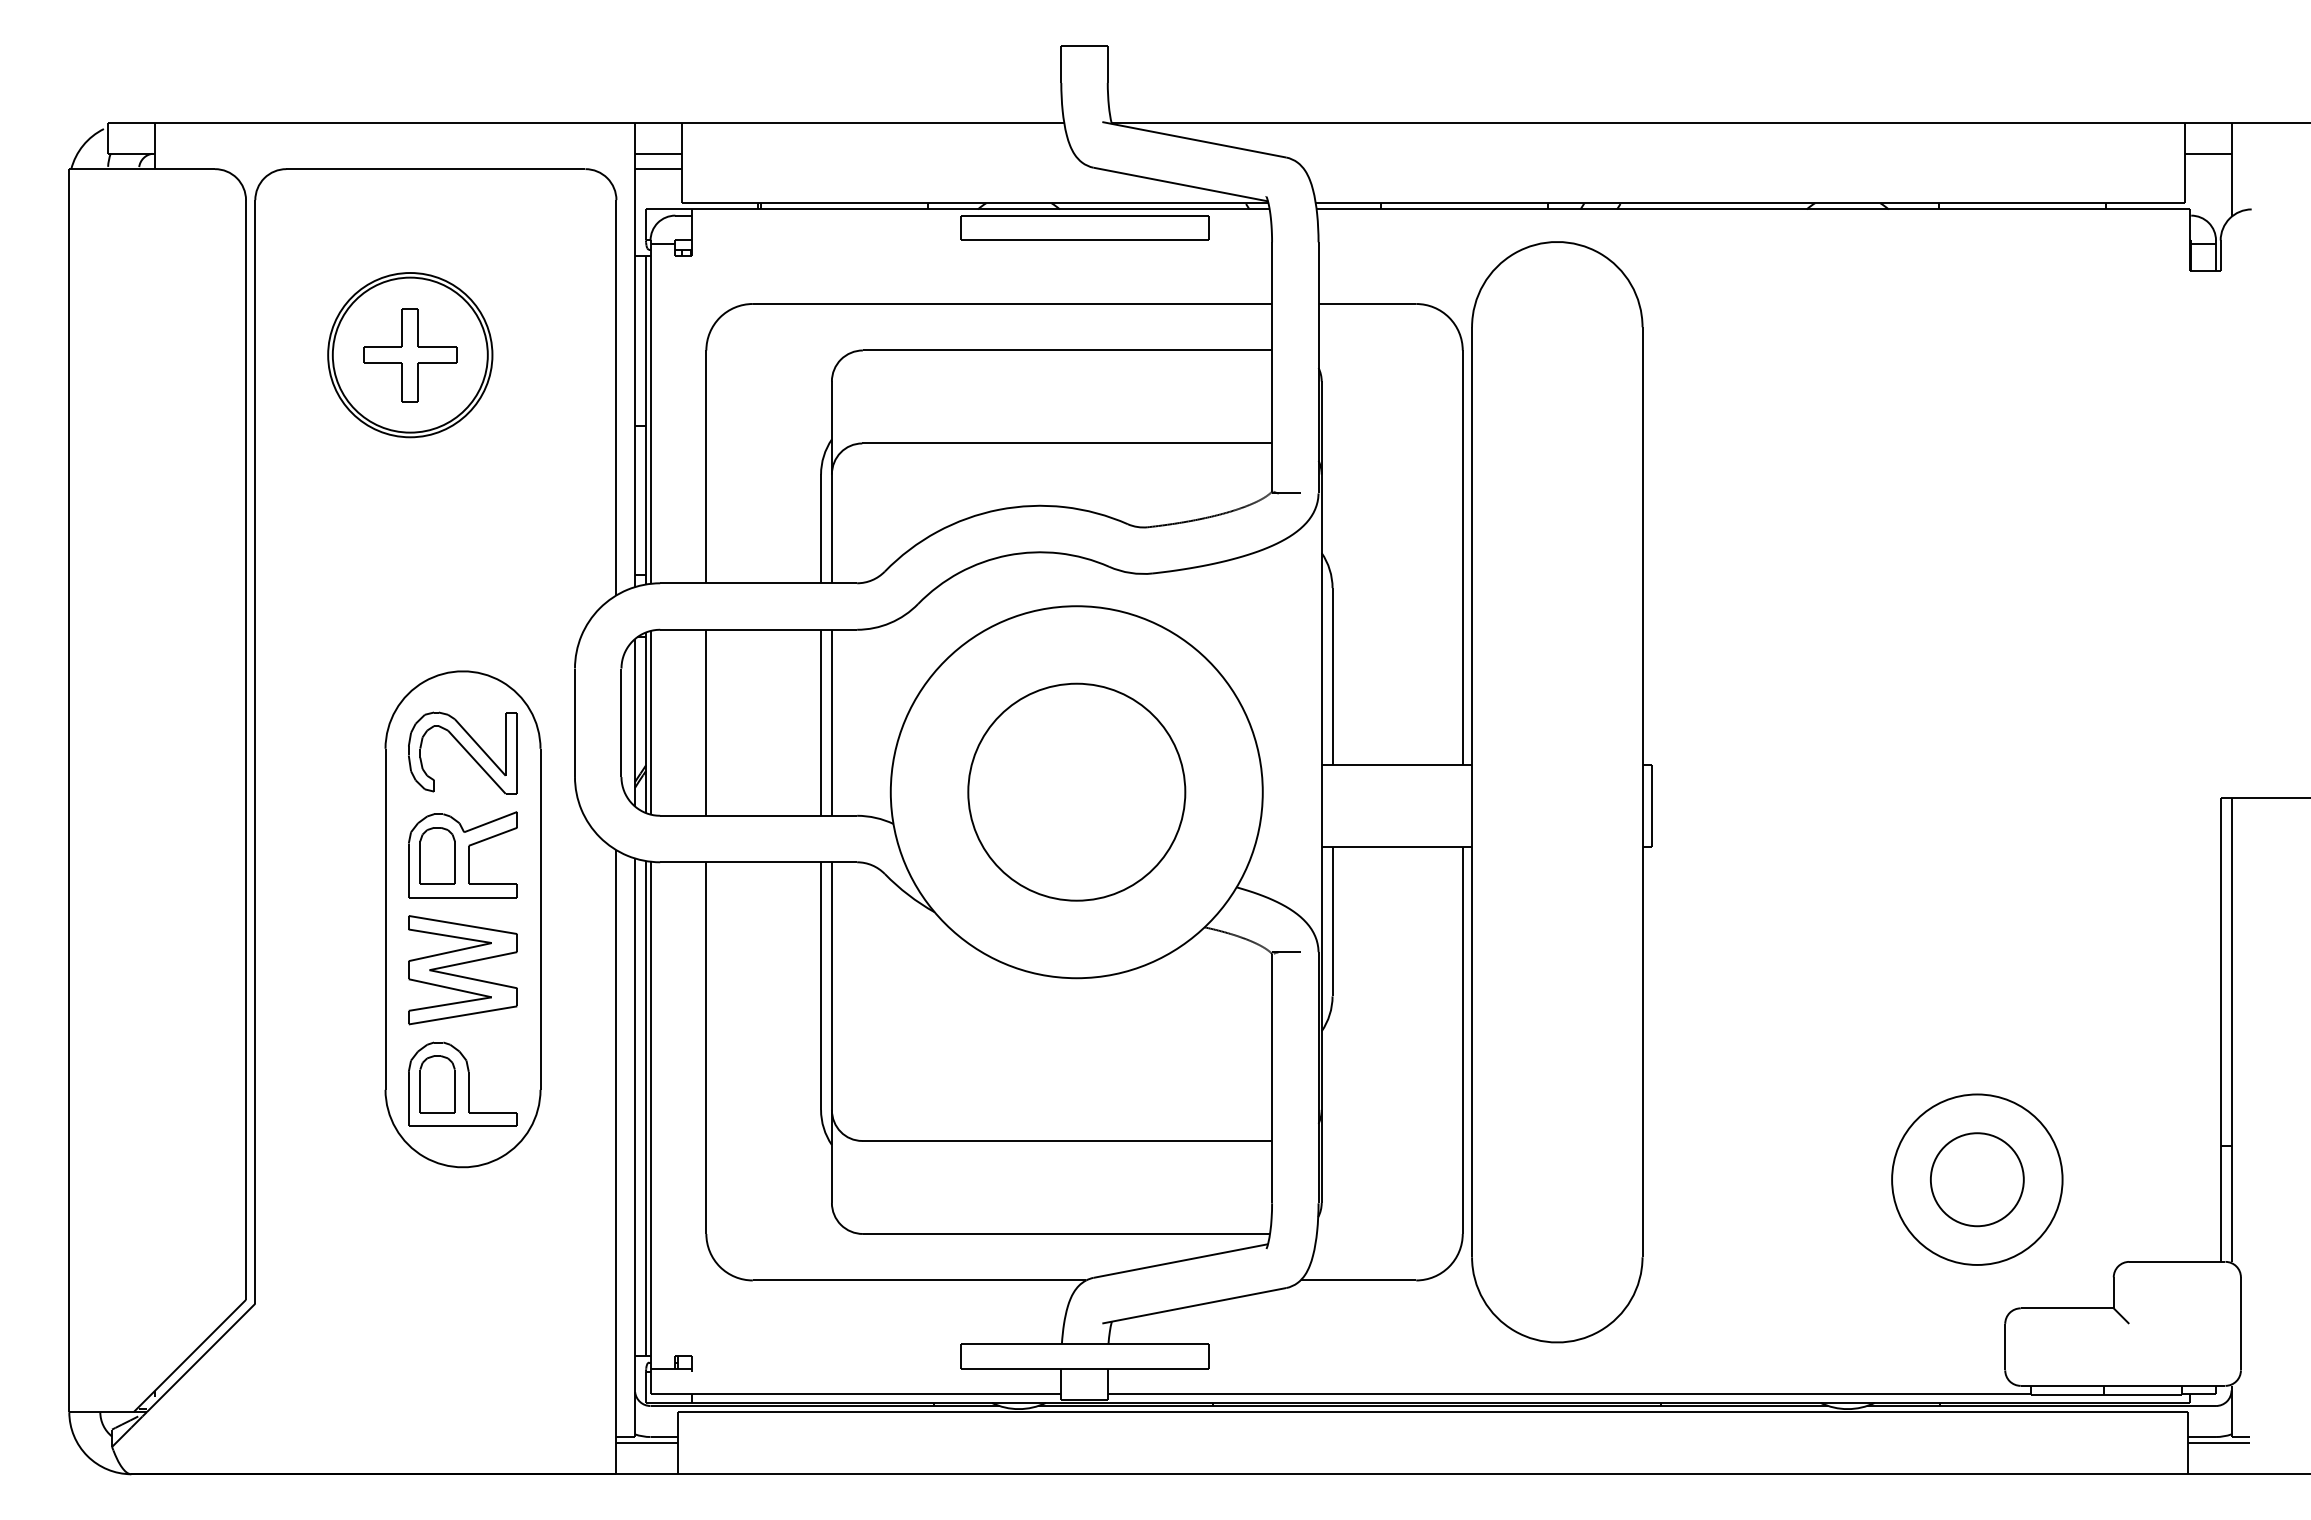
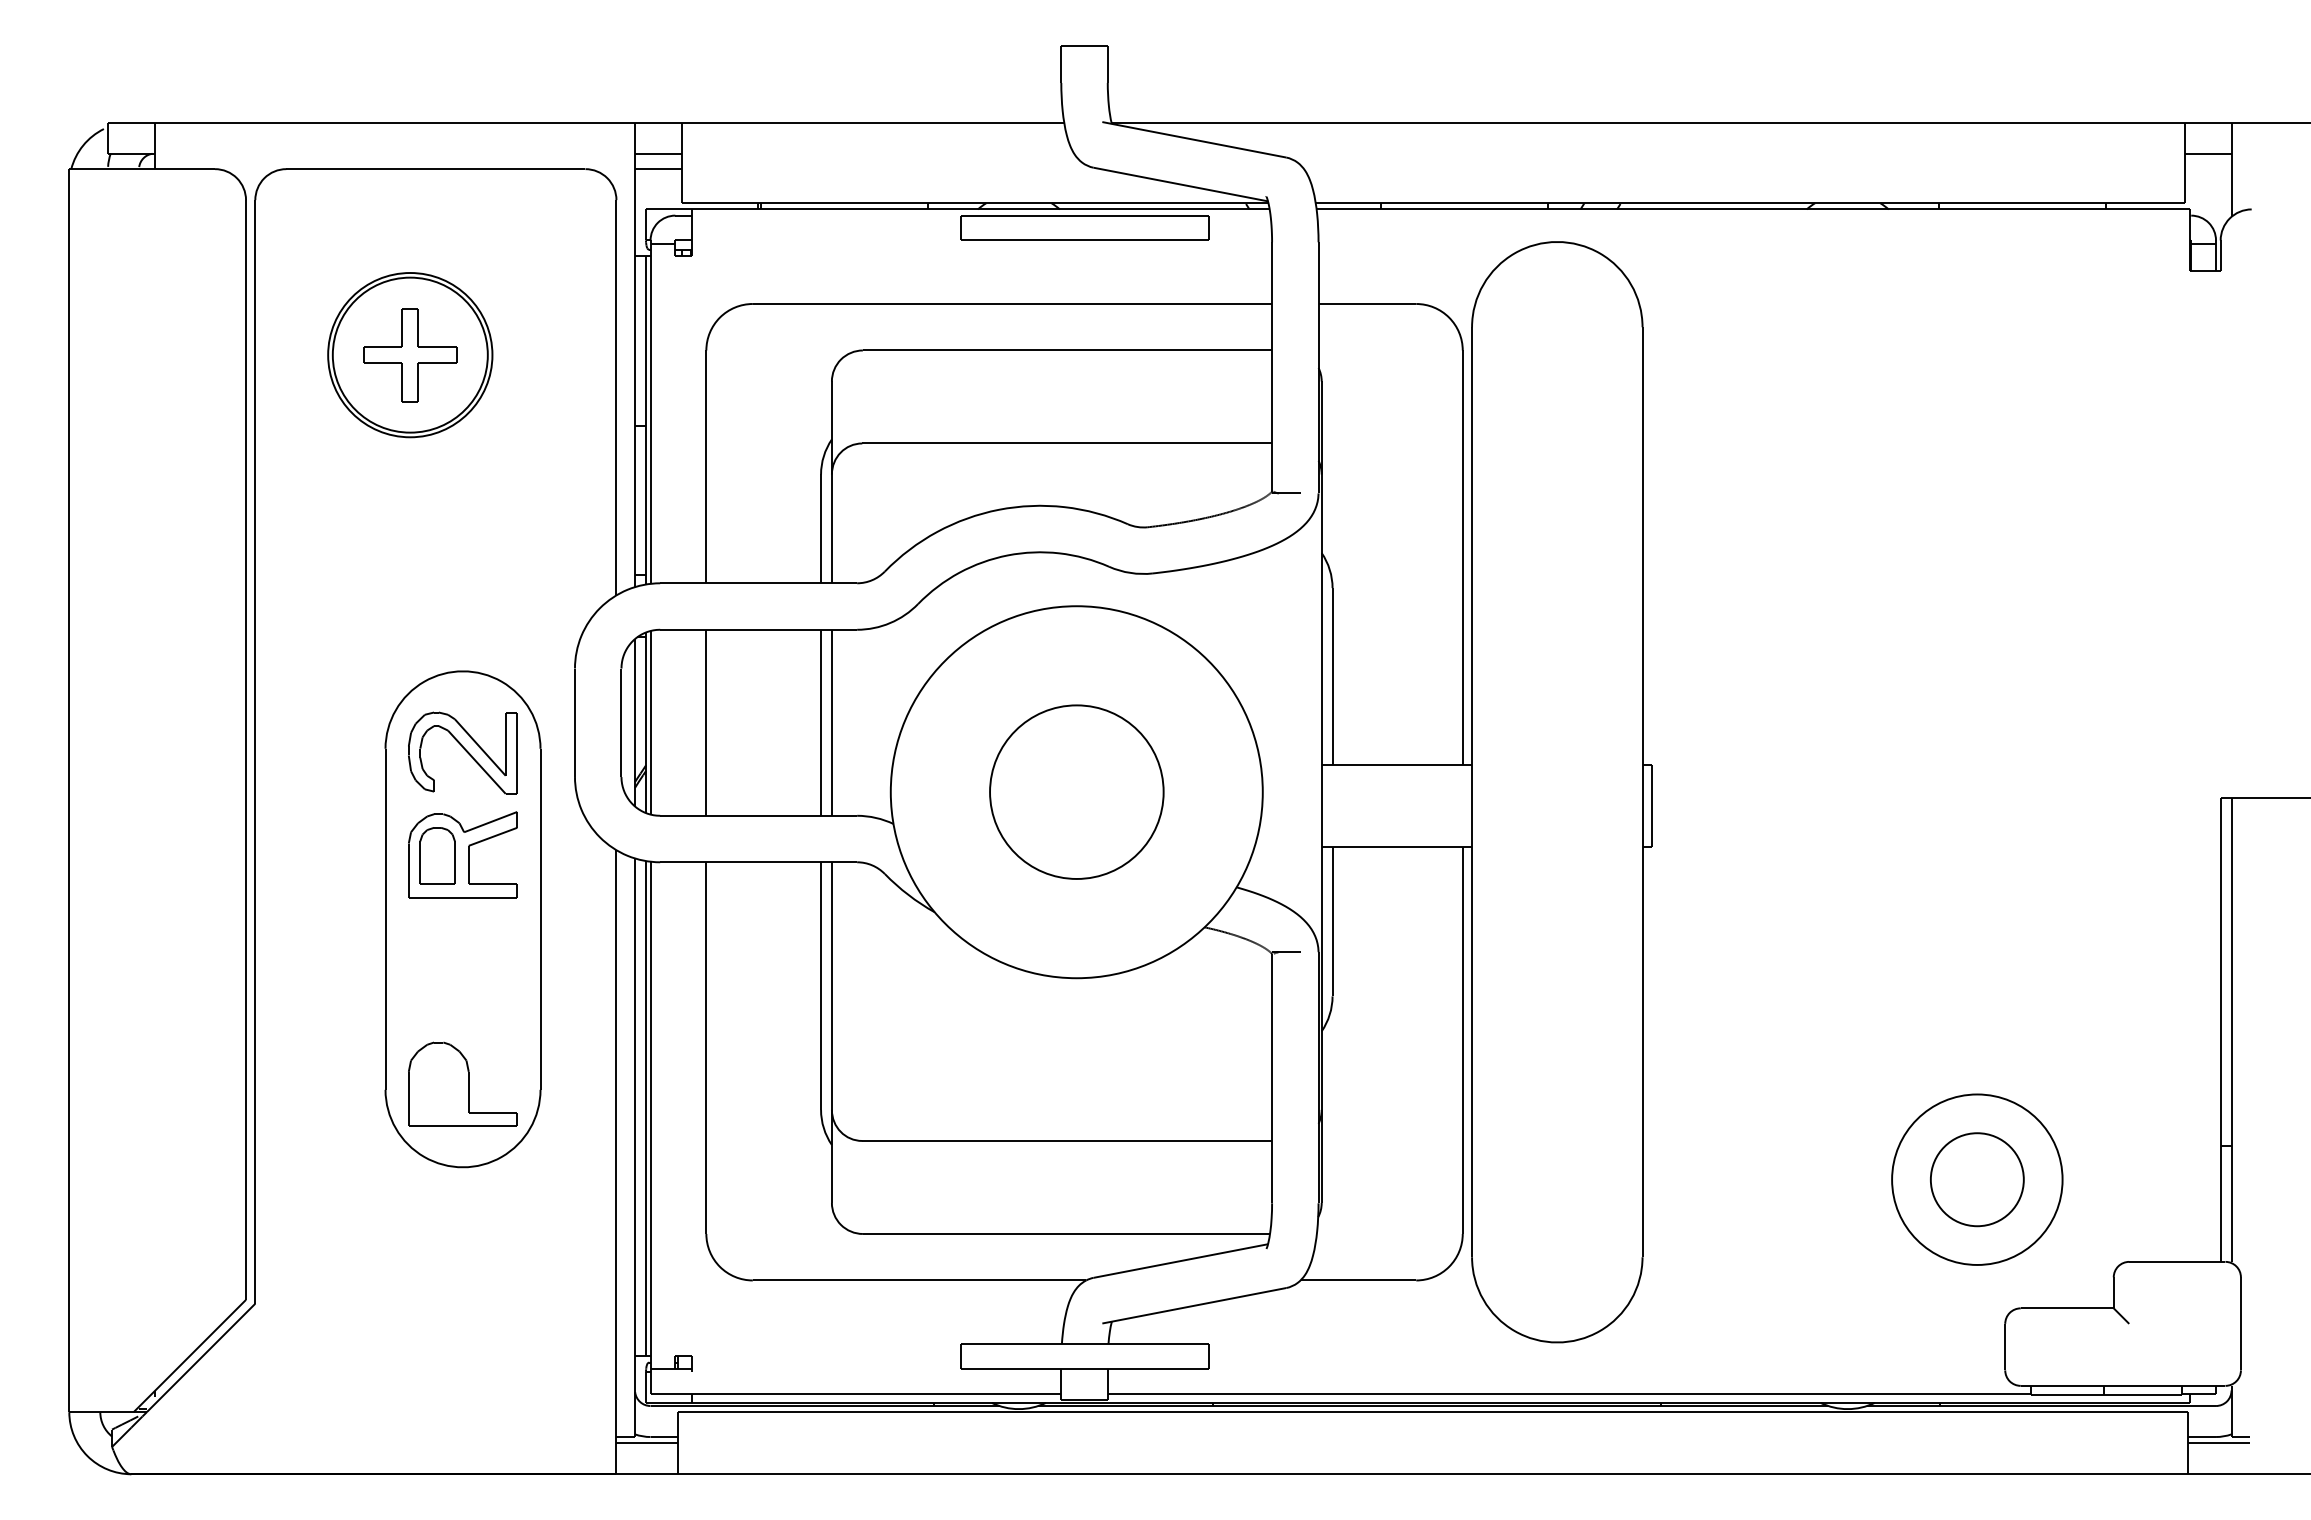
part at (1076, 791) size: 220x220 px -> 176x176 px
part at (462, 970): present -> none
part at (437, 1084): present -> none
